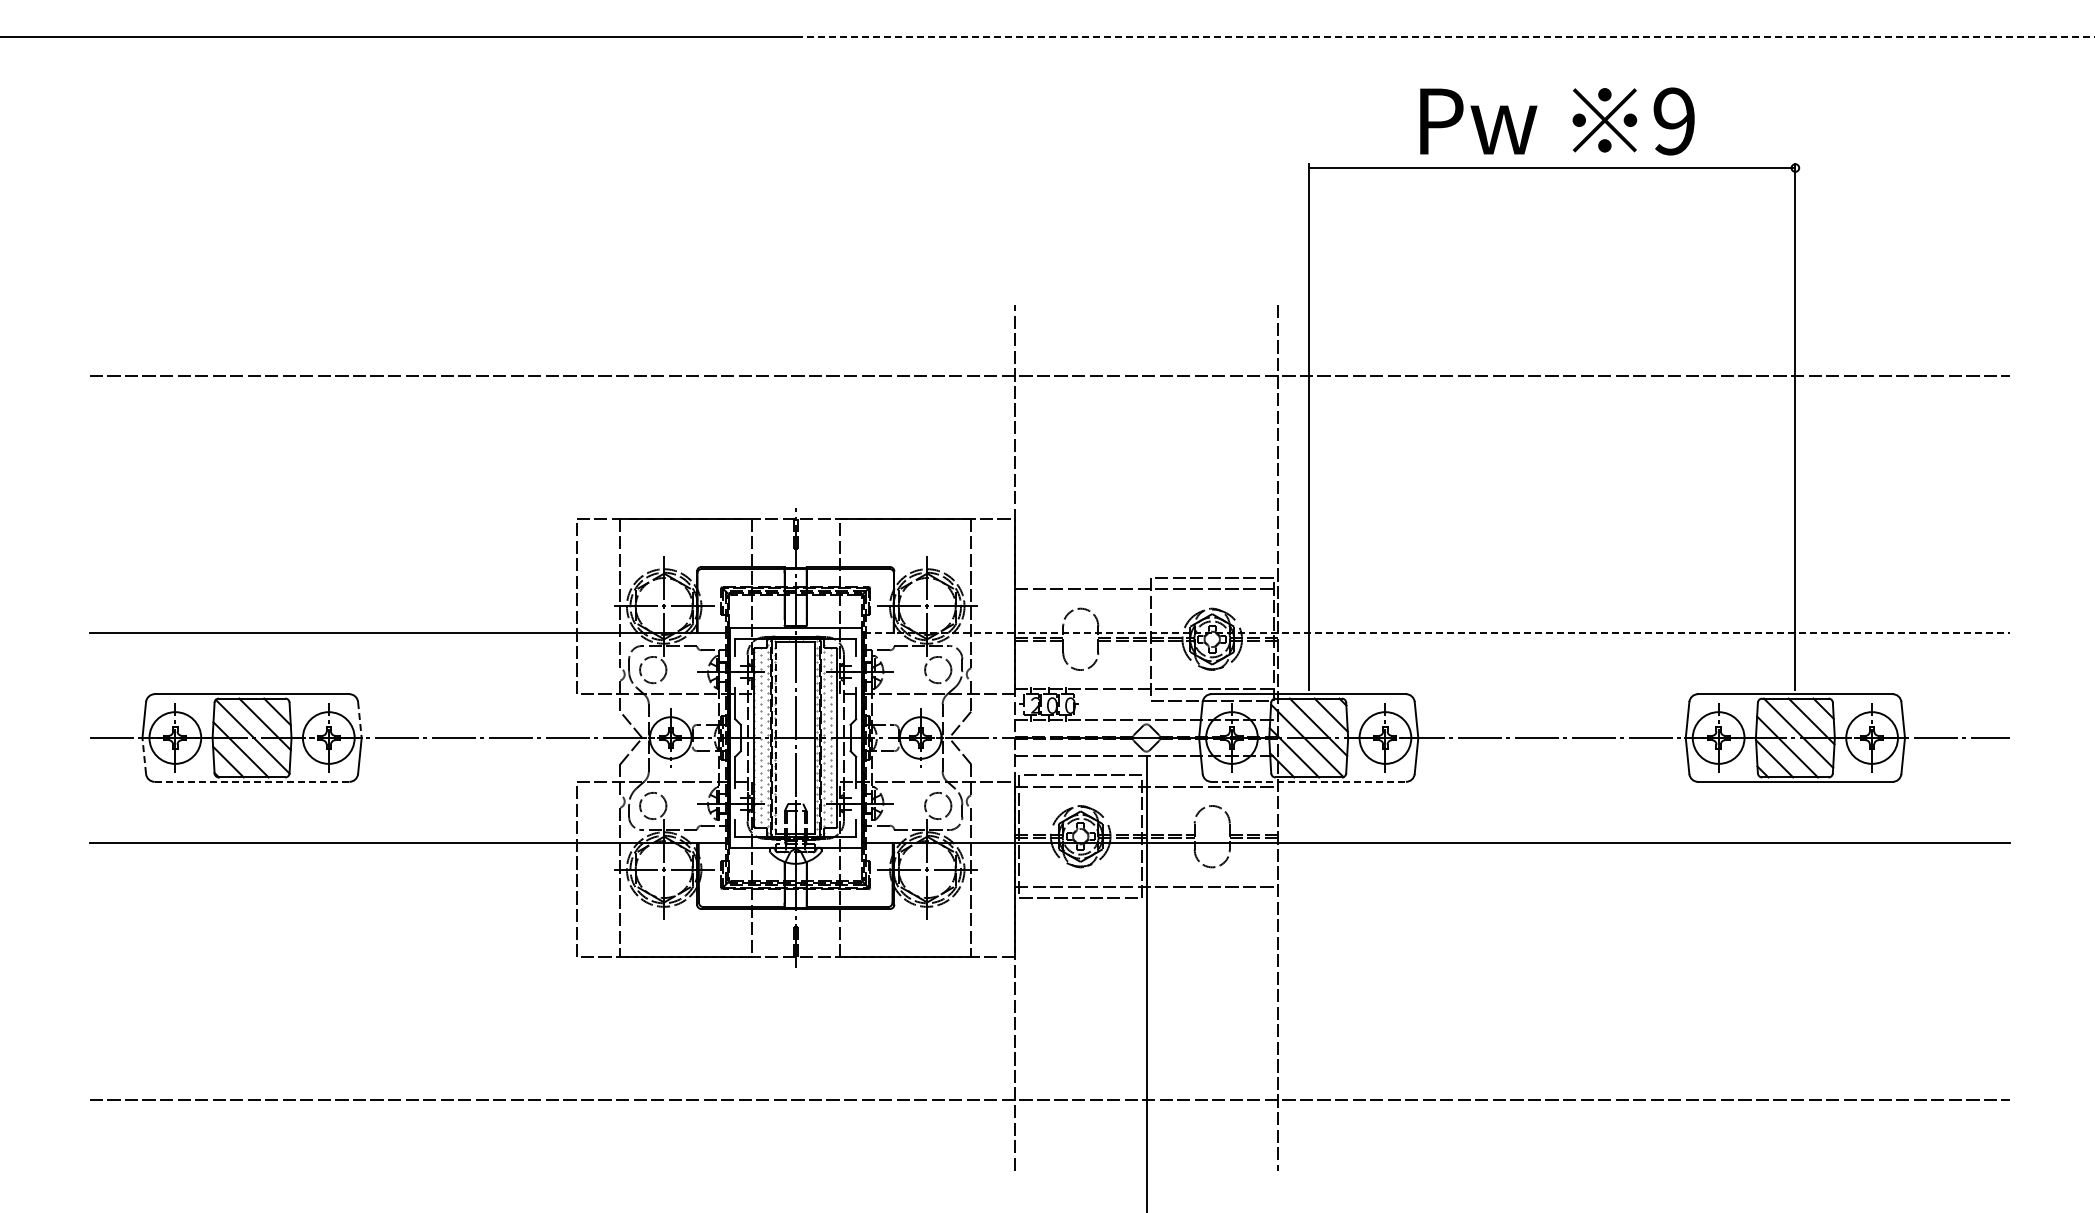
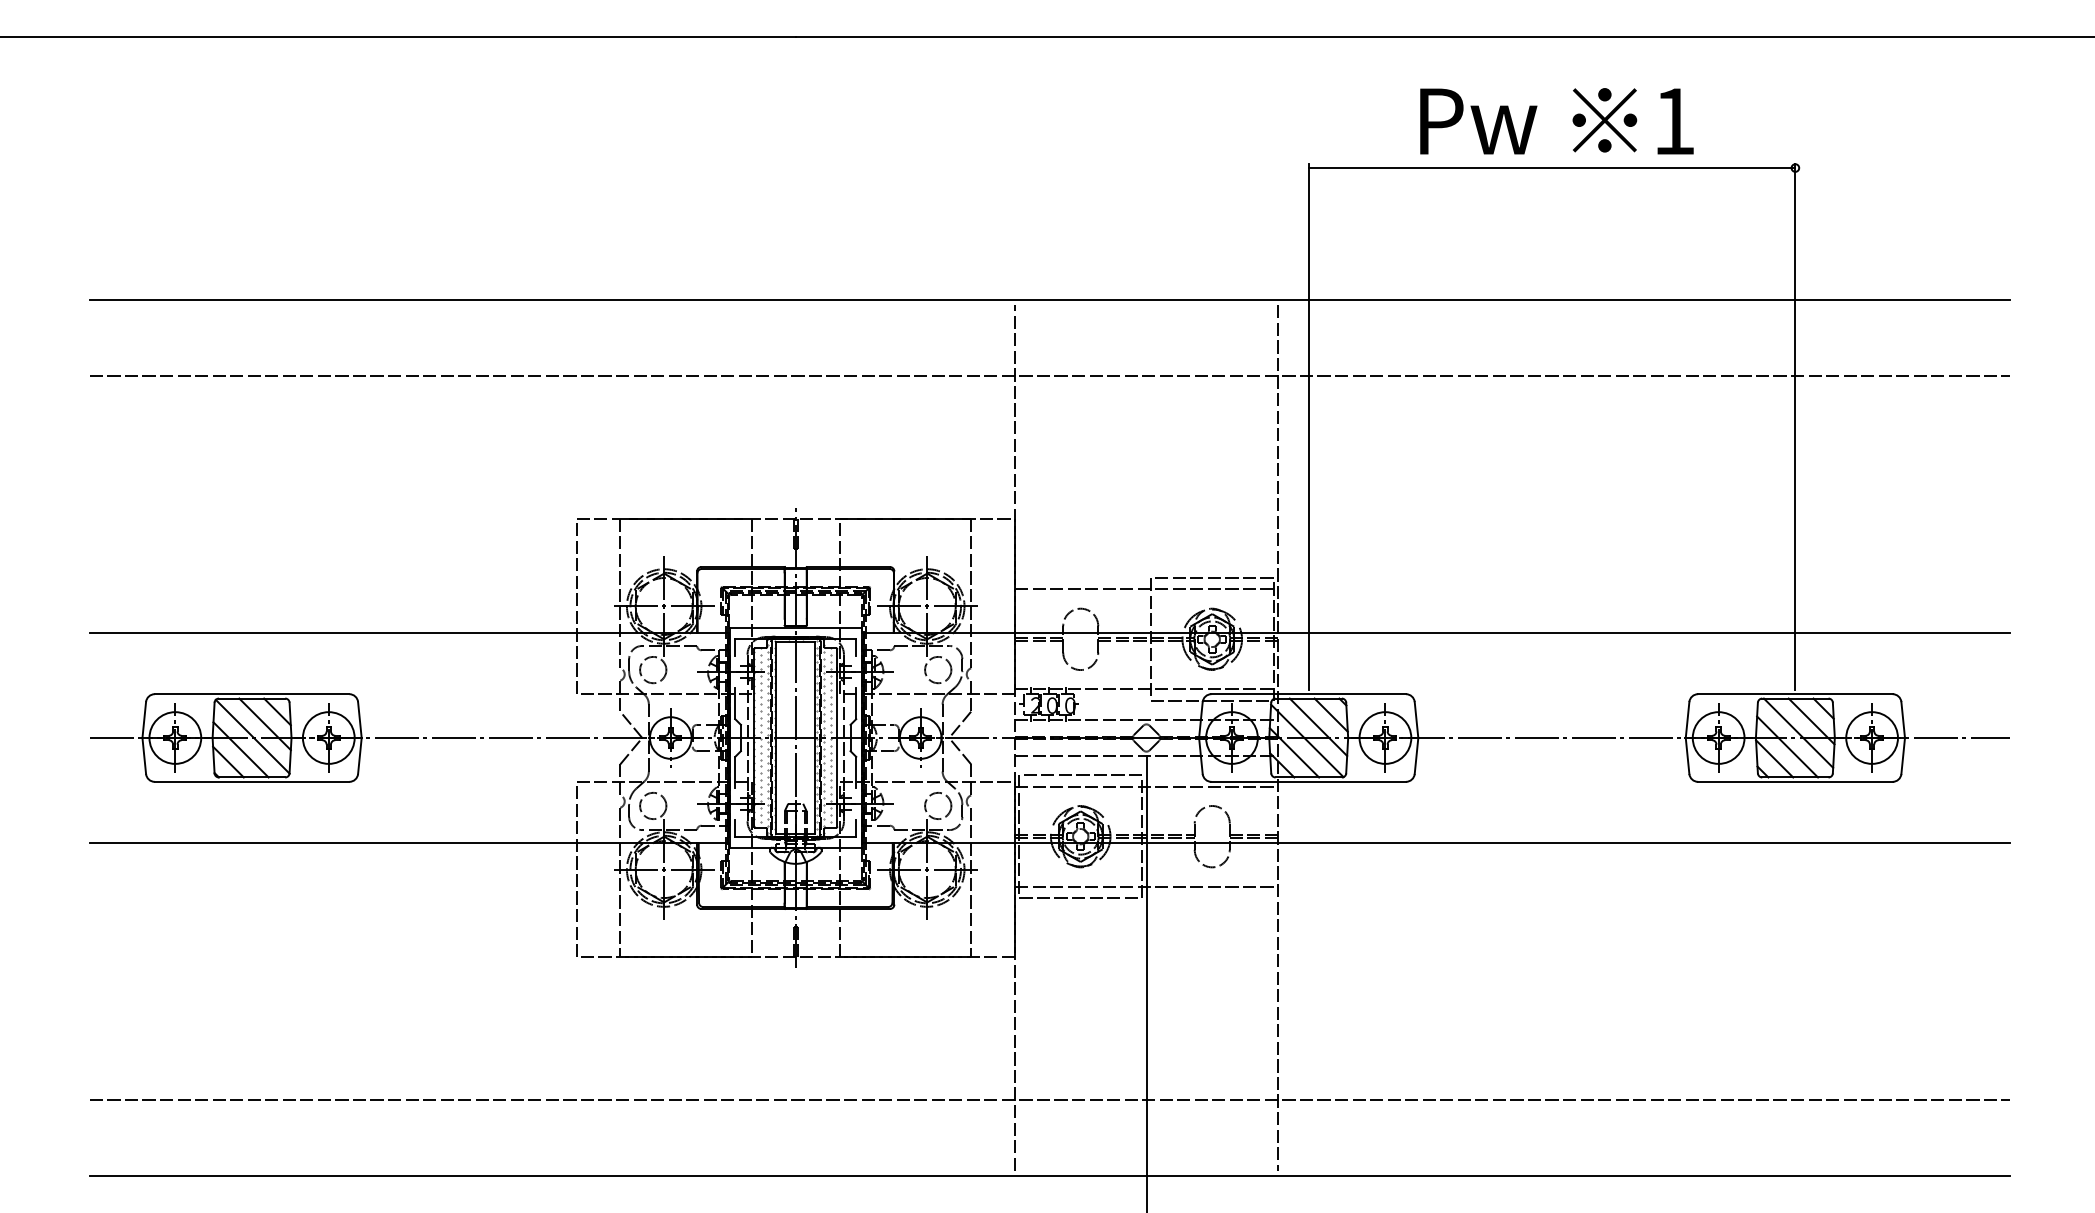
line at (1445, 36): dashed -> solid
text at (1673, 121): 9 -> 1
line at (1049, 299): none -> present
line at (1437, 632): dashed -> solid
line at (359, 720): dashed -> solid
line at (776, 738): dashed -> solid
line at (144, 755): dashed -> solid
line at (251, 781): dashed -> solid
line at (1309, 781): dashed -> solid
line at (1049, 1176): none -> present
